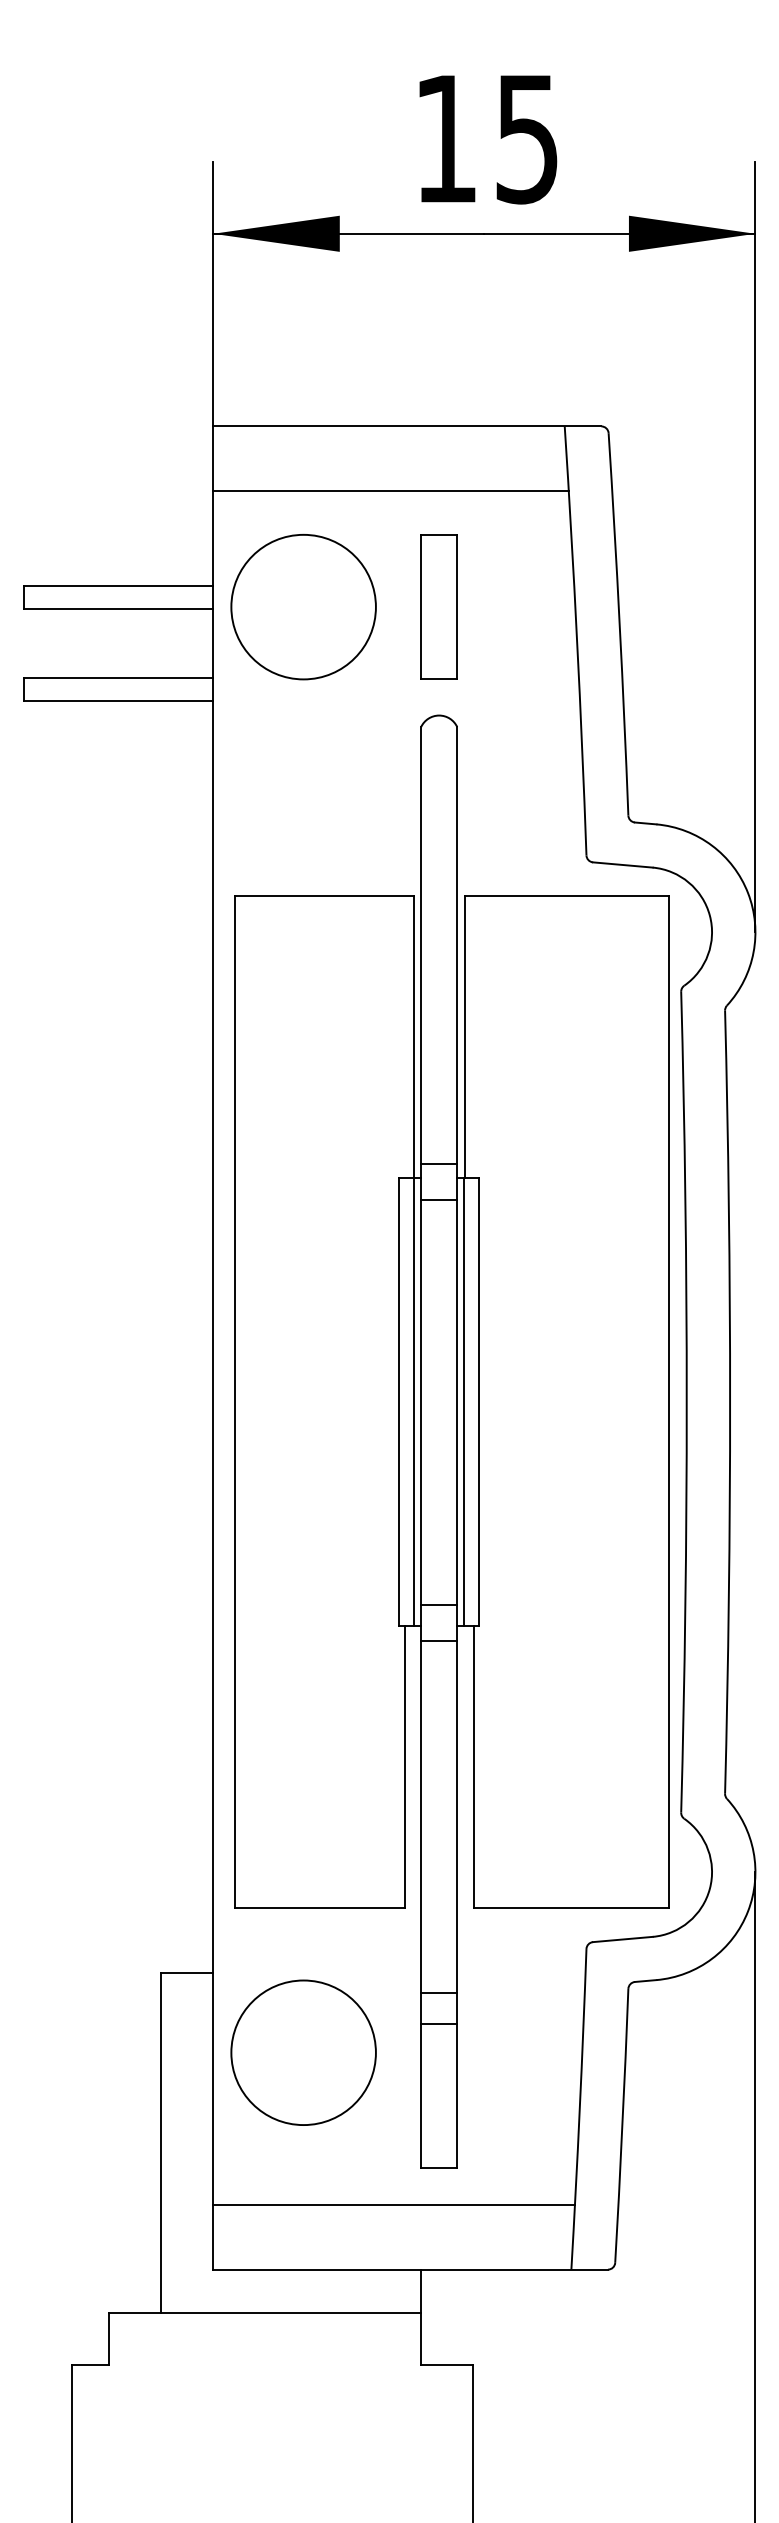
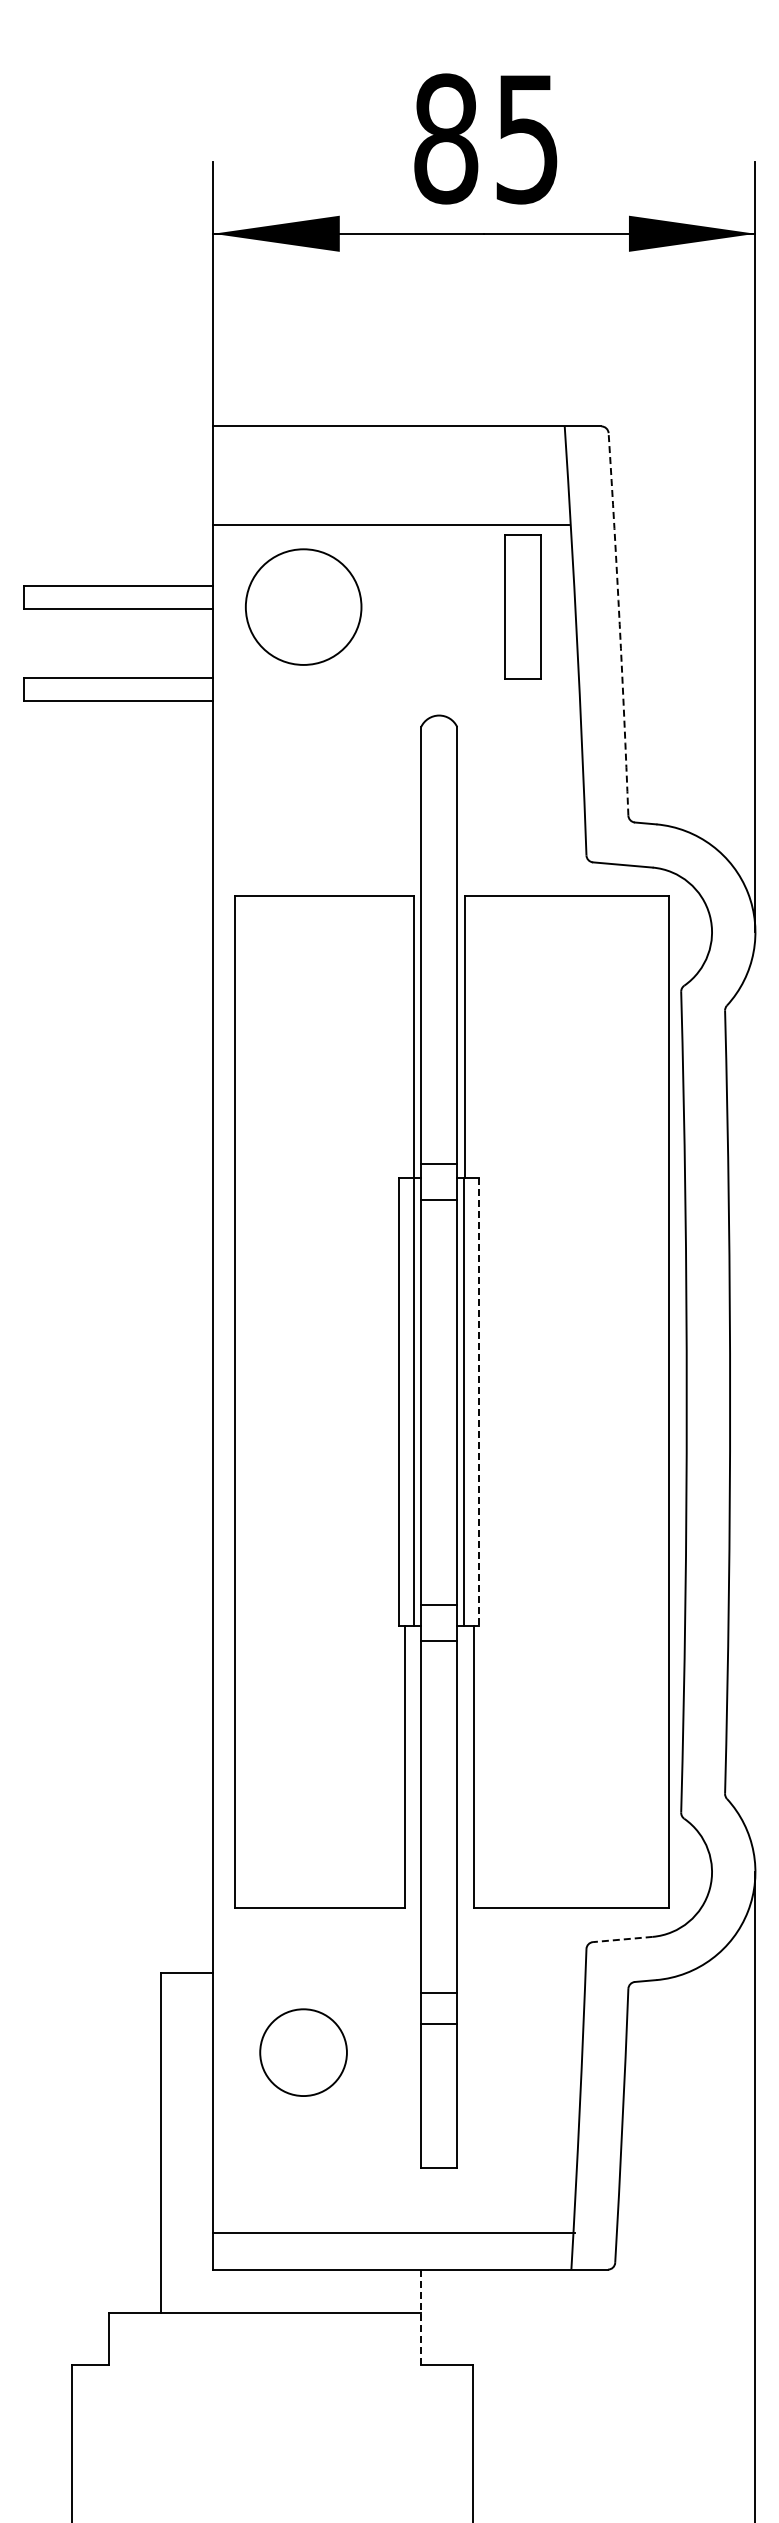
text at (446, 138): 15 -> 85
line at (390, 491) position: (390, 491) -> (390, 525)
circle at (303, 606) diameter: 145 px -> 116 px
part at (438, 606) position: (438, 606) -> (522, 606)
arc at (619, 624): solid -> dashed
line at (478, 1402): solid -> dashed
line at (622, 1939): solid -> dashed
circle at (303, 2052) size: 147x147 px -> 89x89 px
line at (394, 2204) position: (394, 2204) -> (394, 2232)
line at (421, 2317): solid -> dashed
